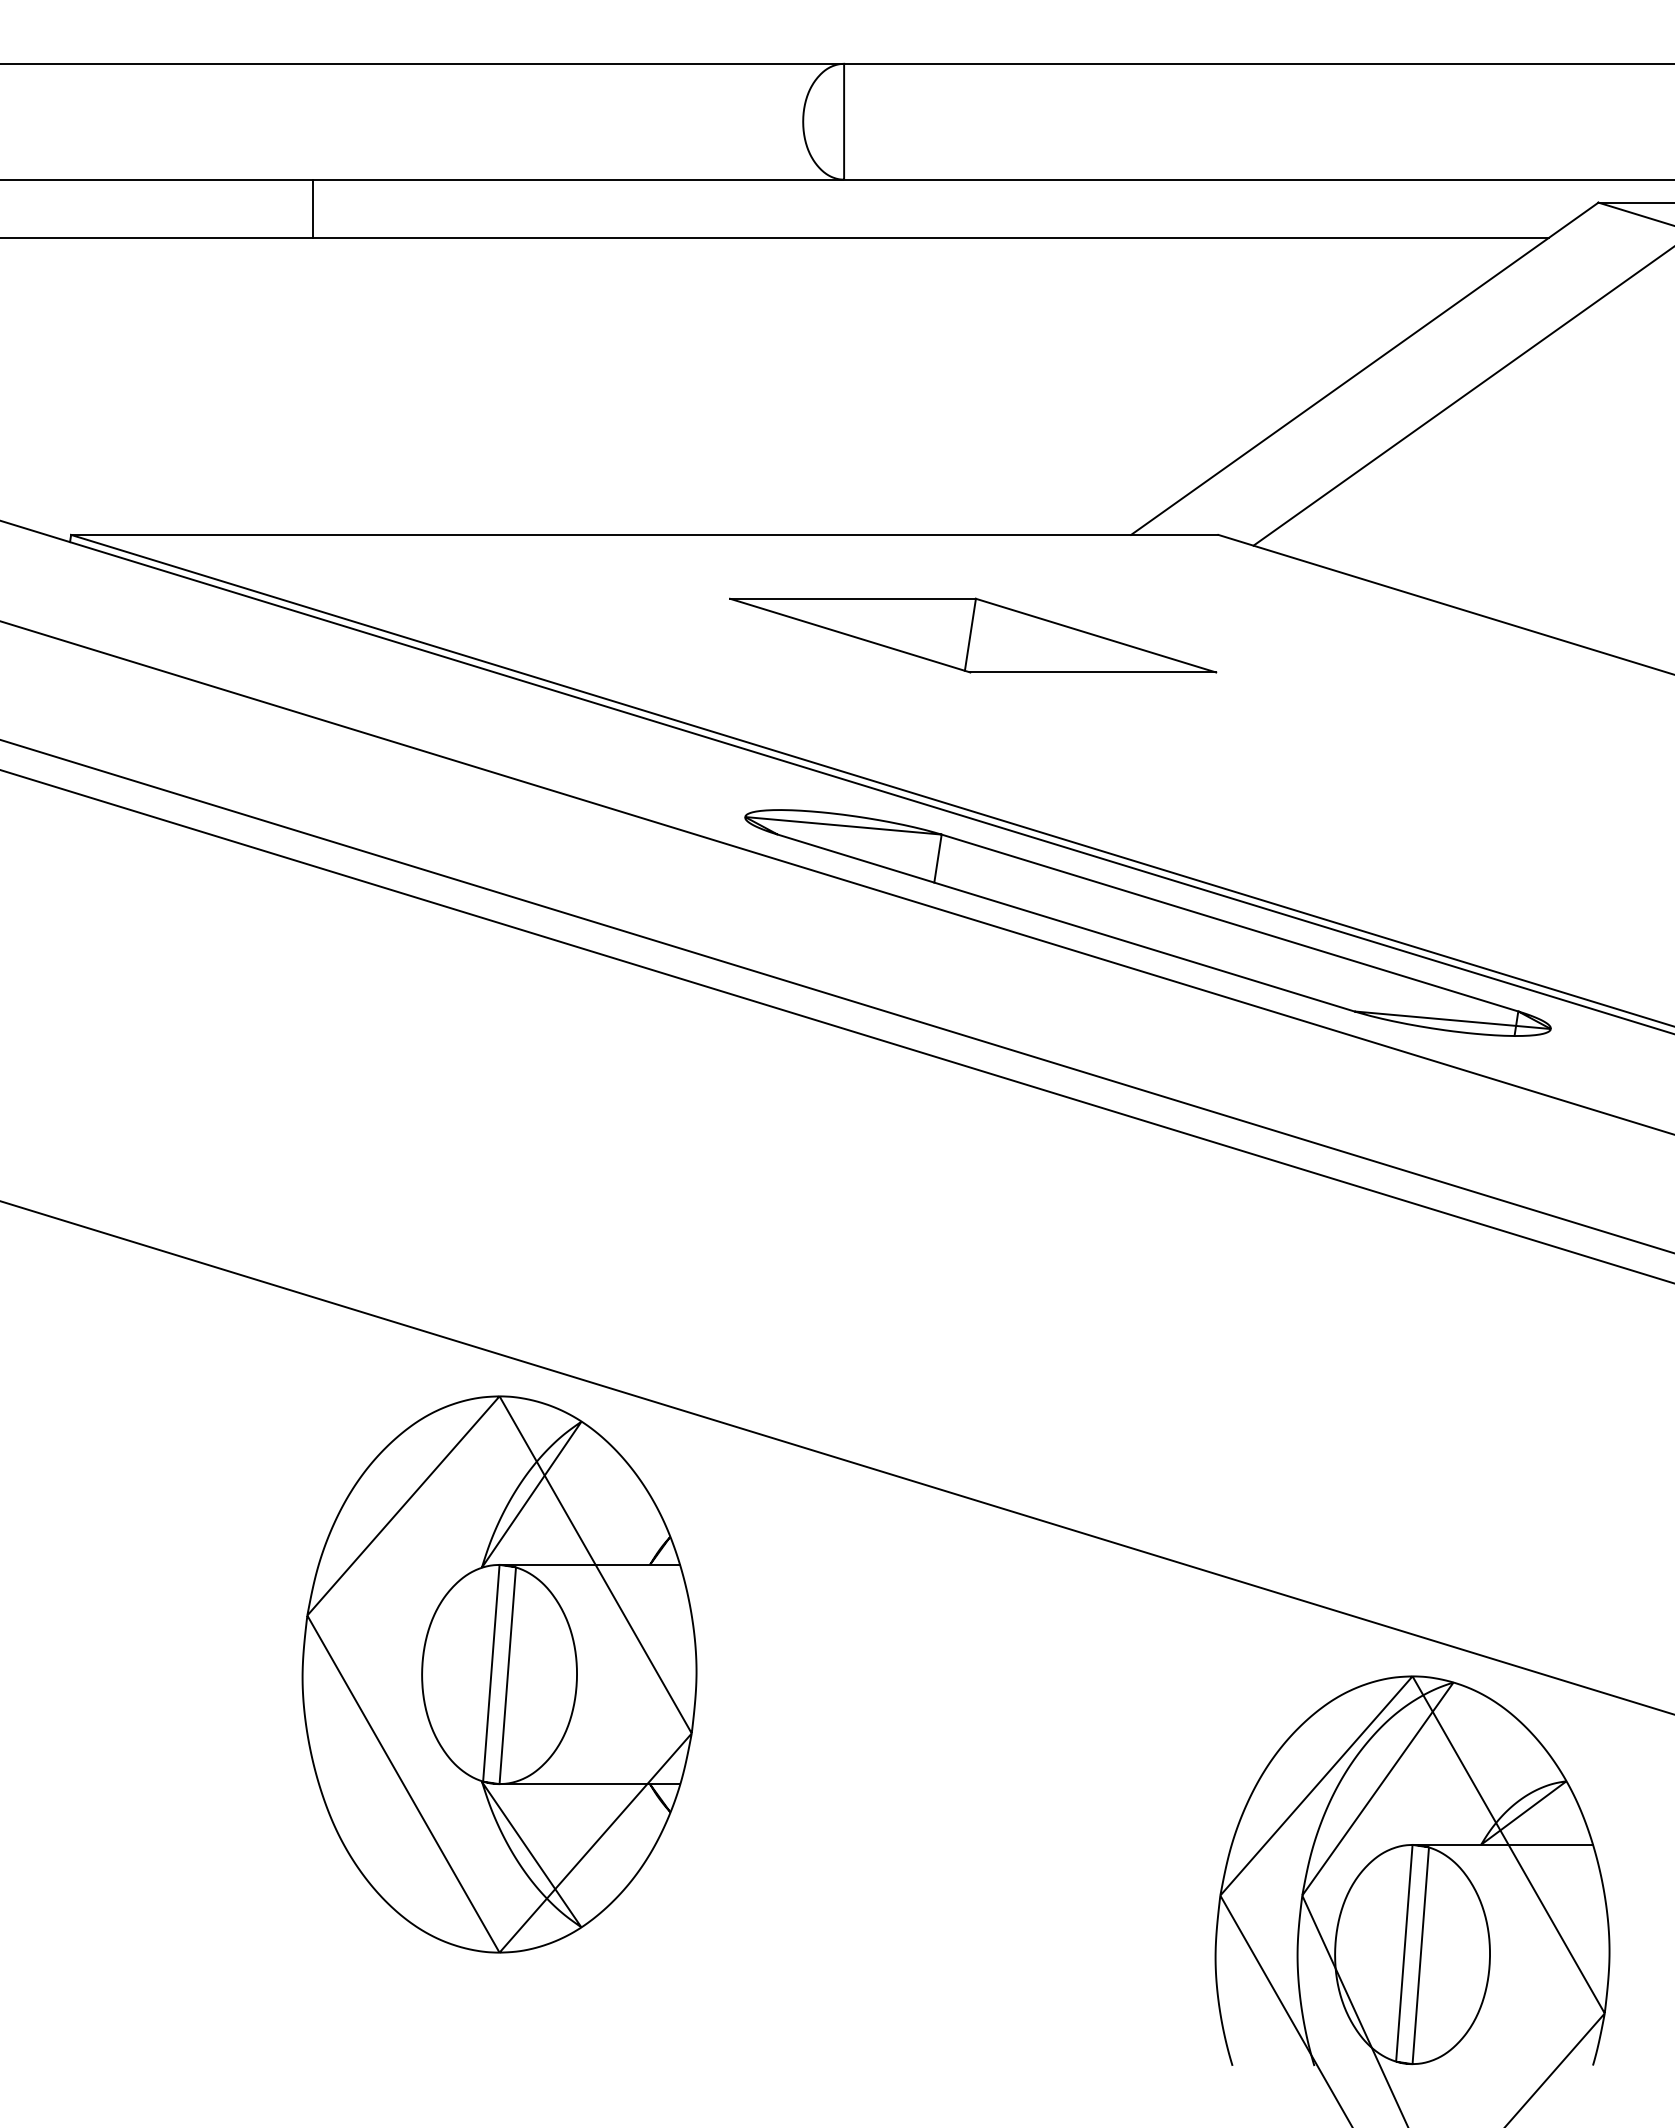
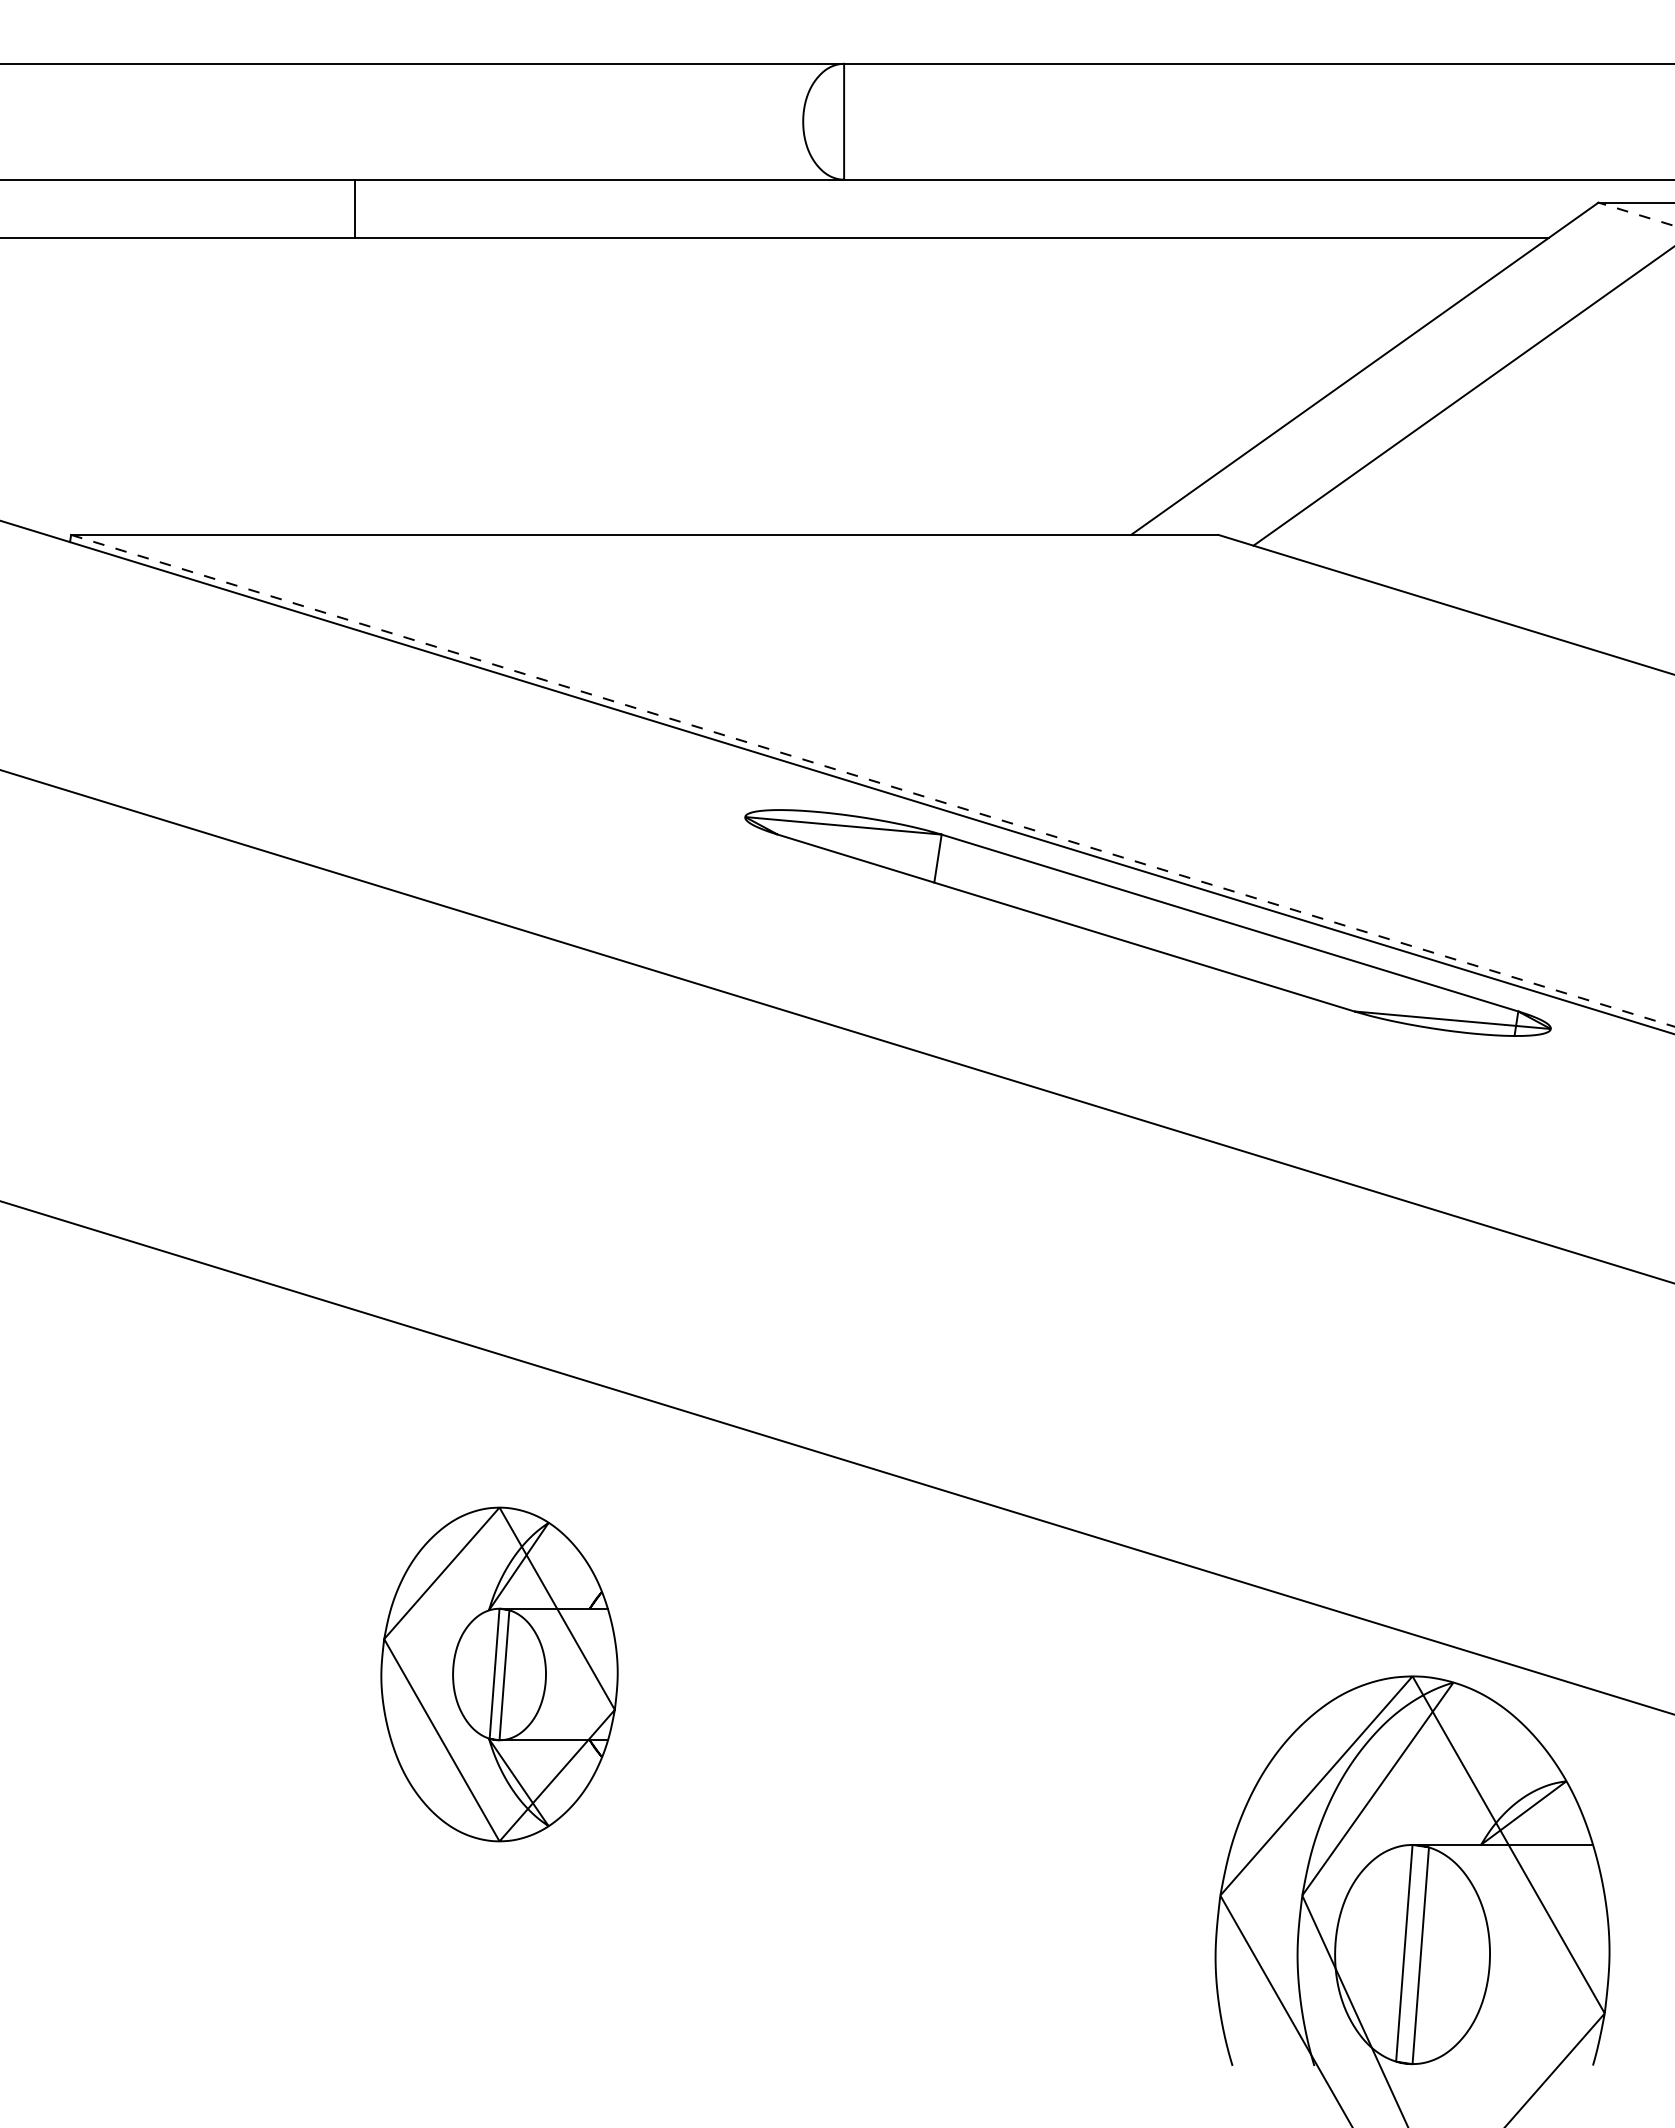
line at (313, 208) position: (313, 208) -> (355, 208)
line at (1636, 214): solid -> dashed
part at (973, 635): present -> none
line at (873, 780): solid -> dashed
line at (836, 877): present -> none
line at (836, 996): present -> none
part at (499, 1674) size: 397x559 px -> 239x337 px
